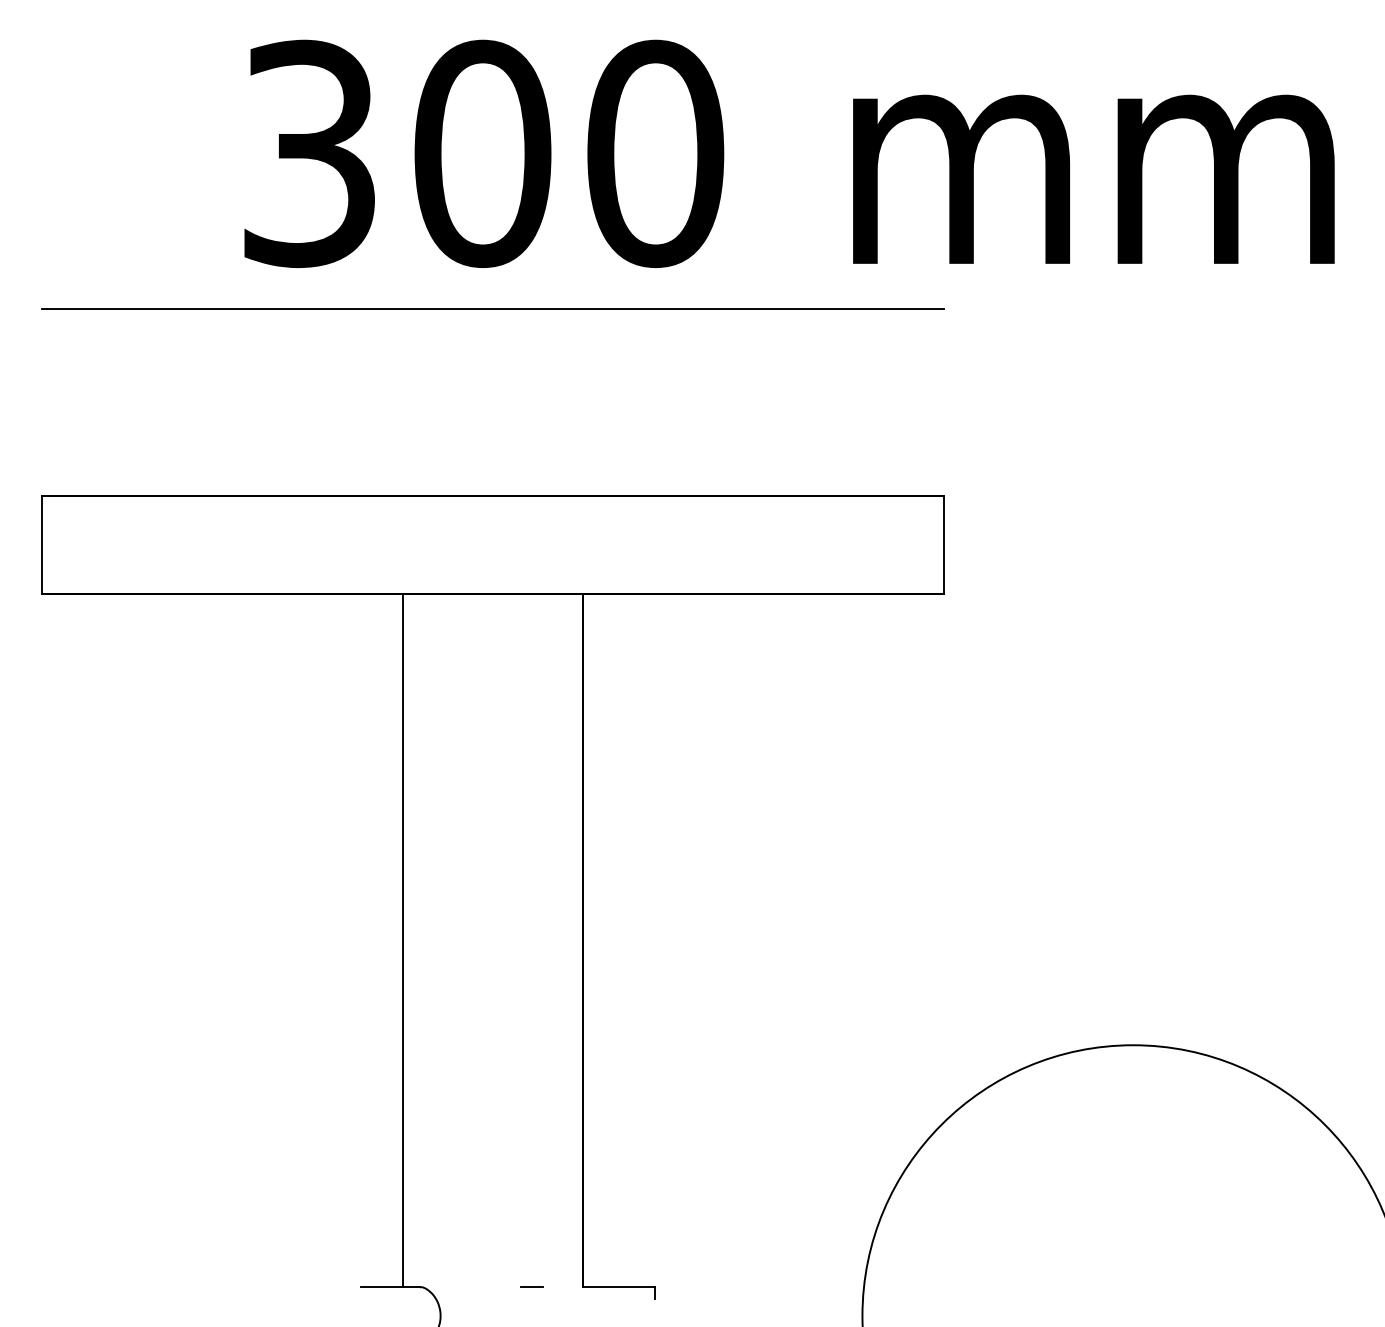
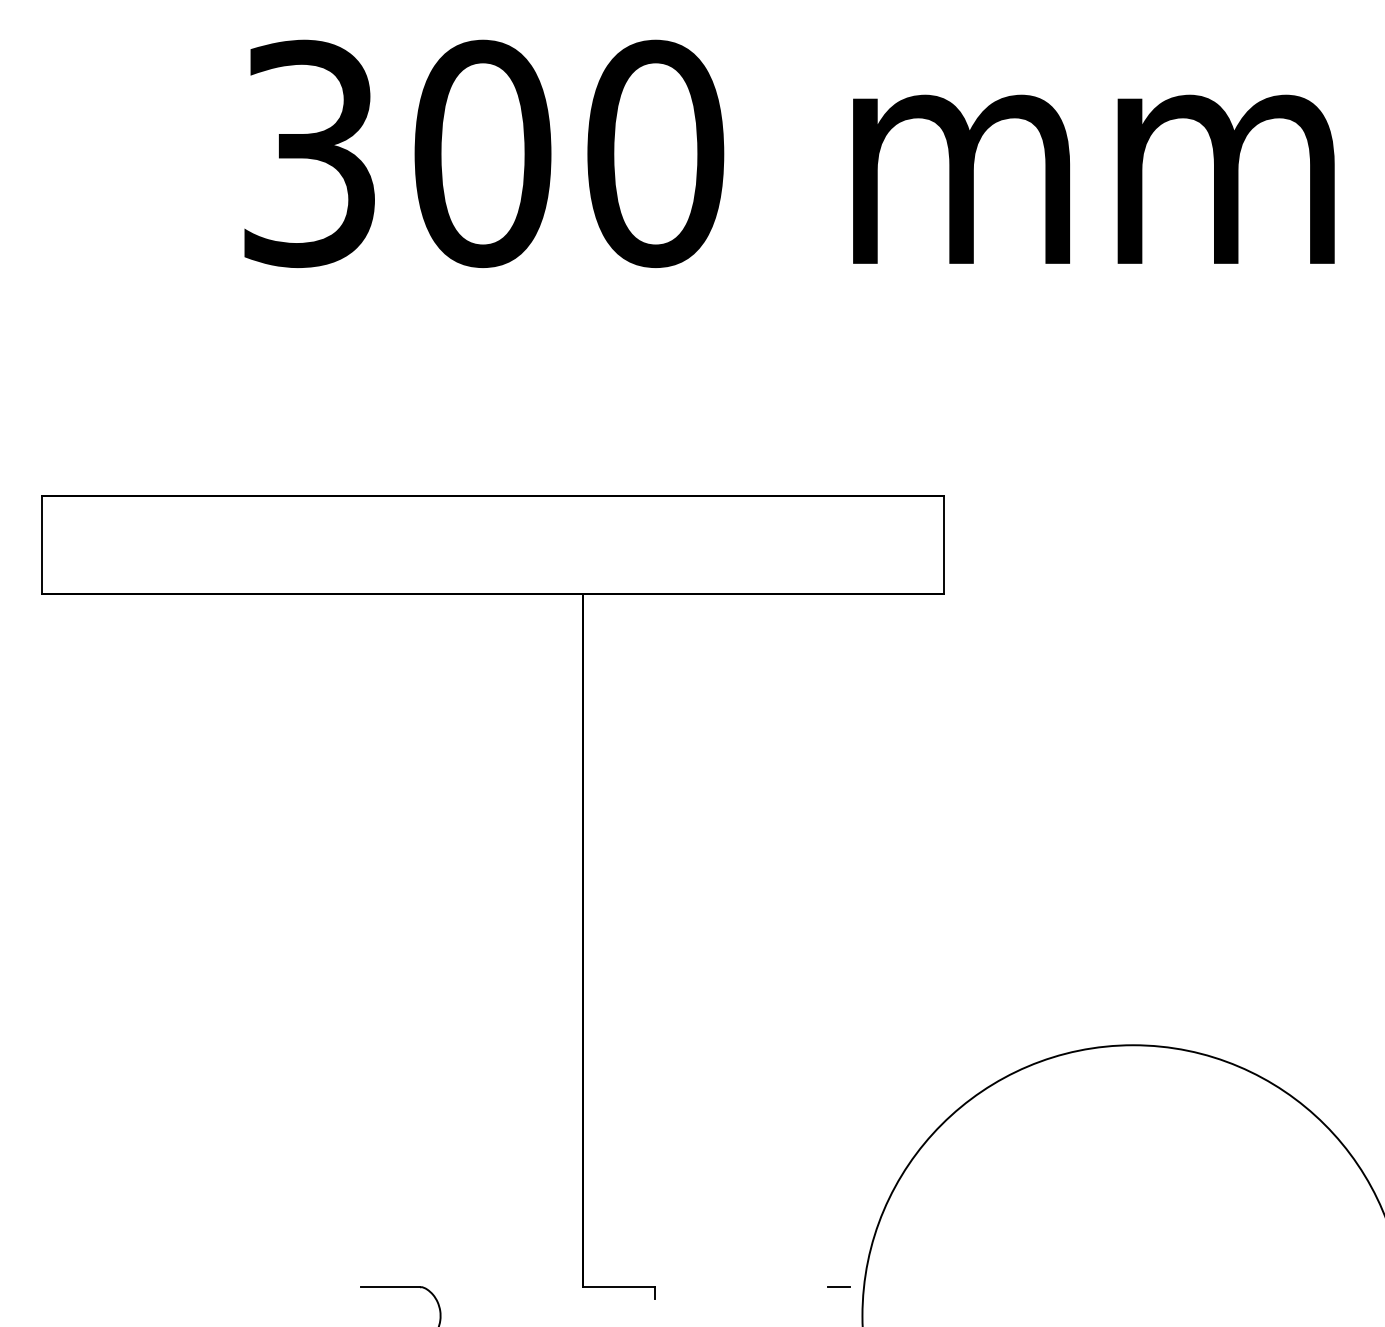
line at (492, 309): present -> none
line at (402, 940): present -> none
line at (531, 1286) position: (531, 1286) -> (838, 1286)
